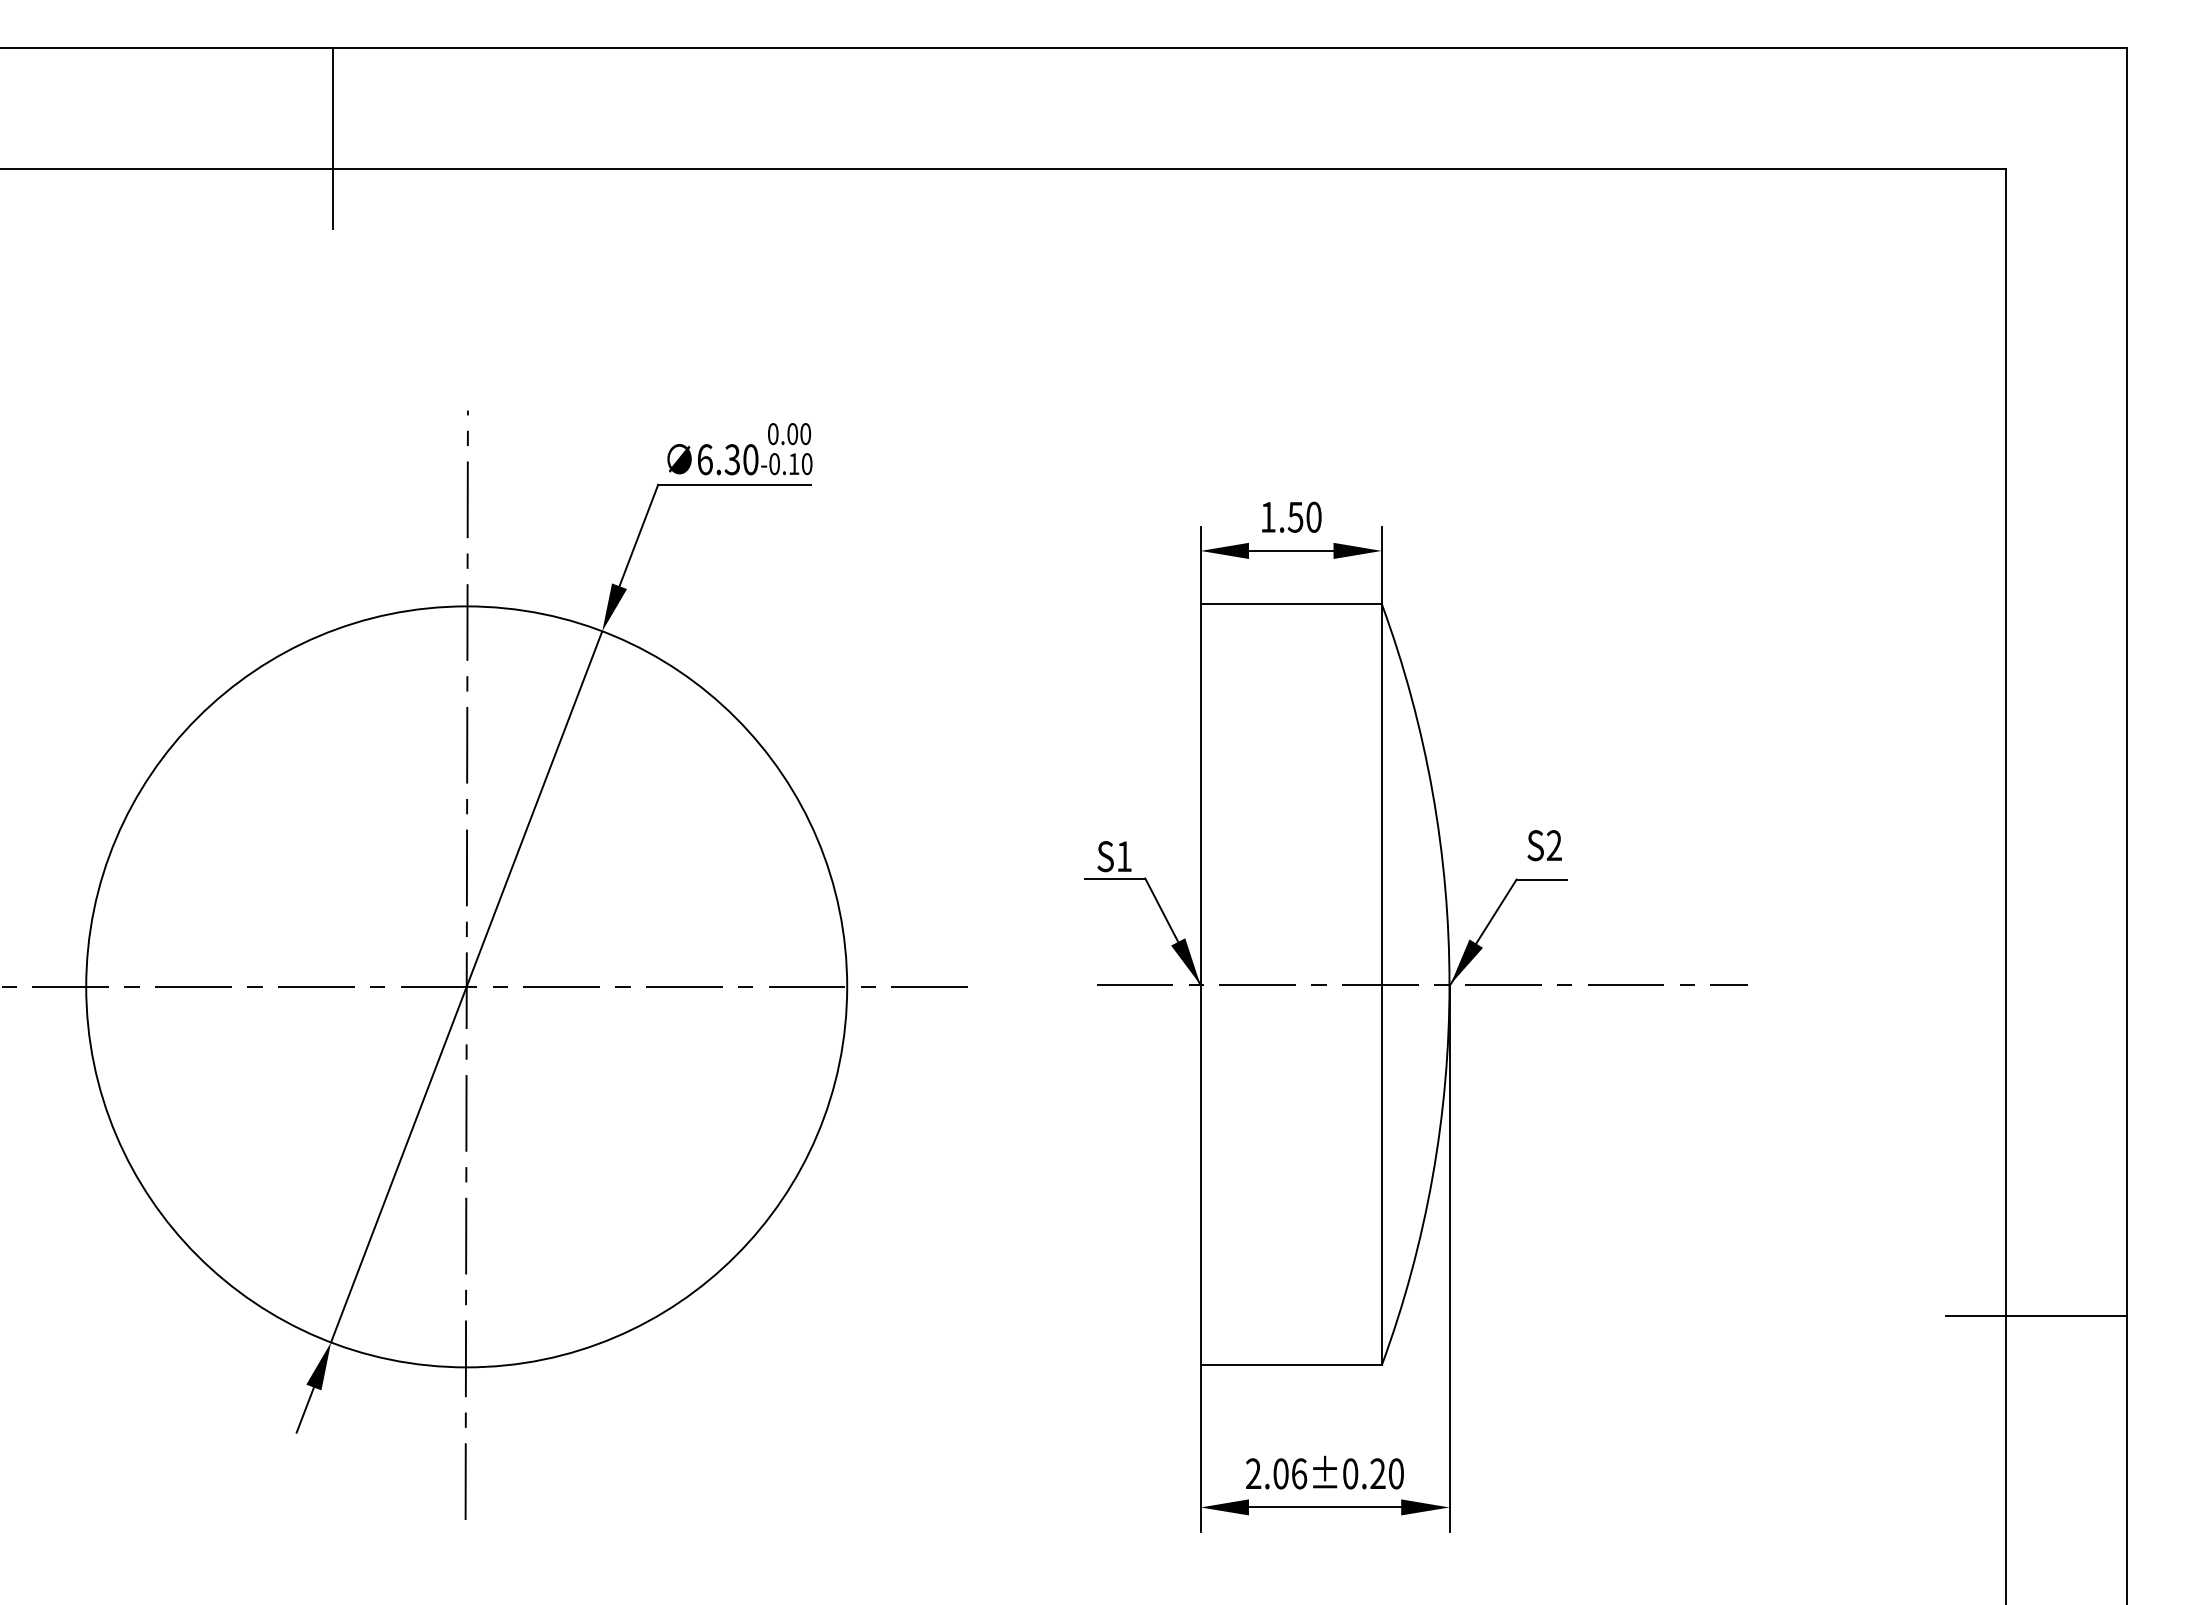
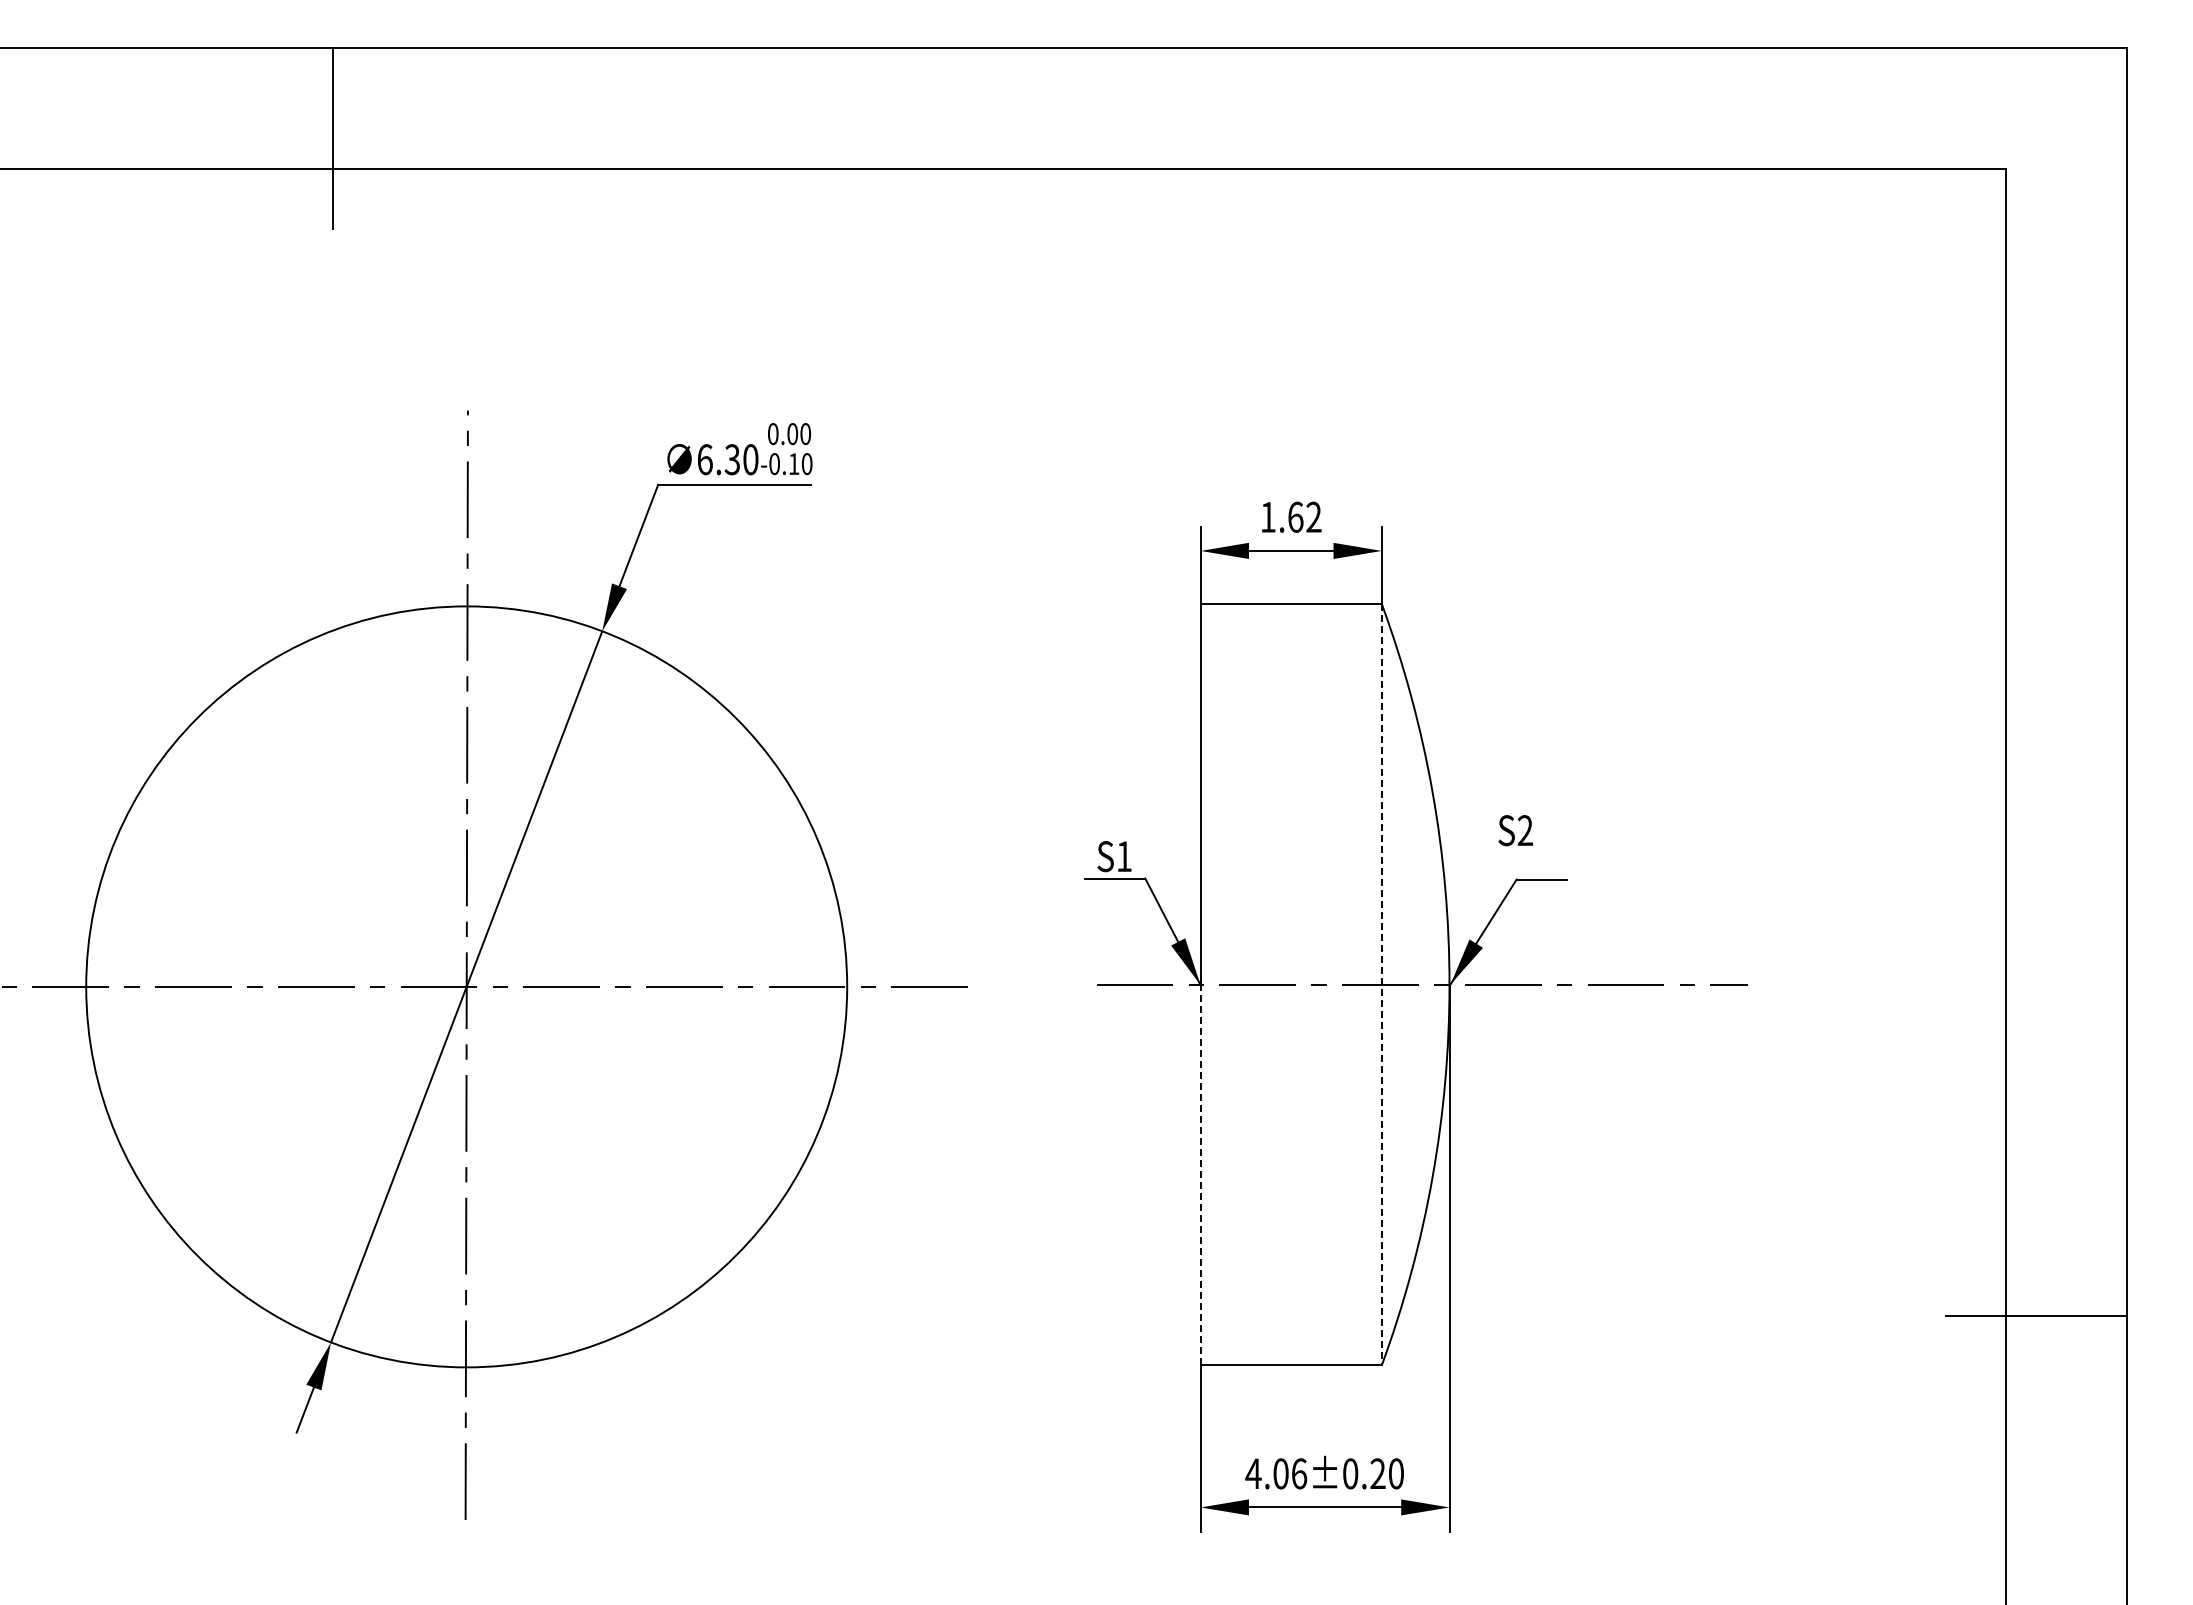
text at (1304, 516): 1.50 -> 1.62
text at (1544, 845) position: (1544, 845) -> (1515, 830)
line at (1381, 985): solid -> dashed
line at (1200, 1174): solid -> dashed
text at (1253, 1473): 2.06±0.20 -> 4.06±0.20
